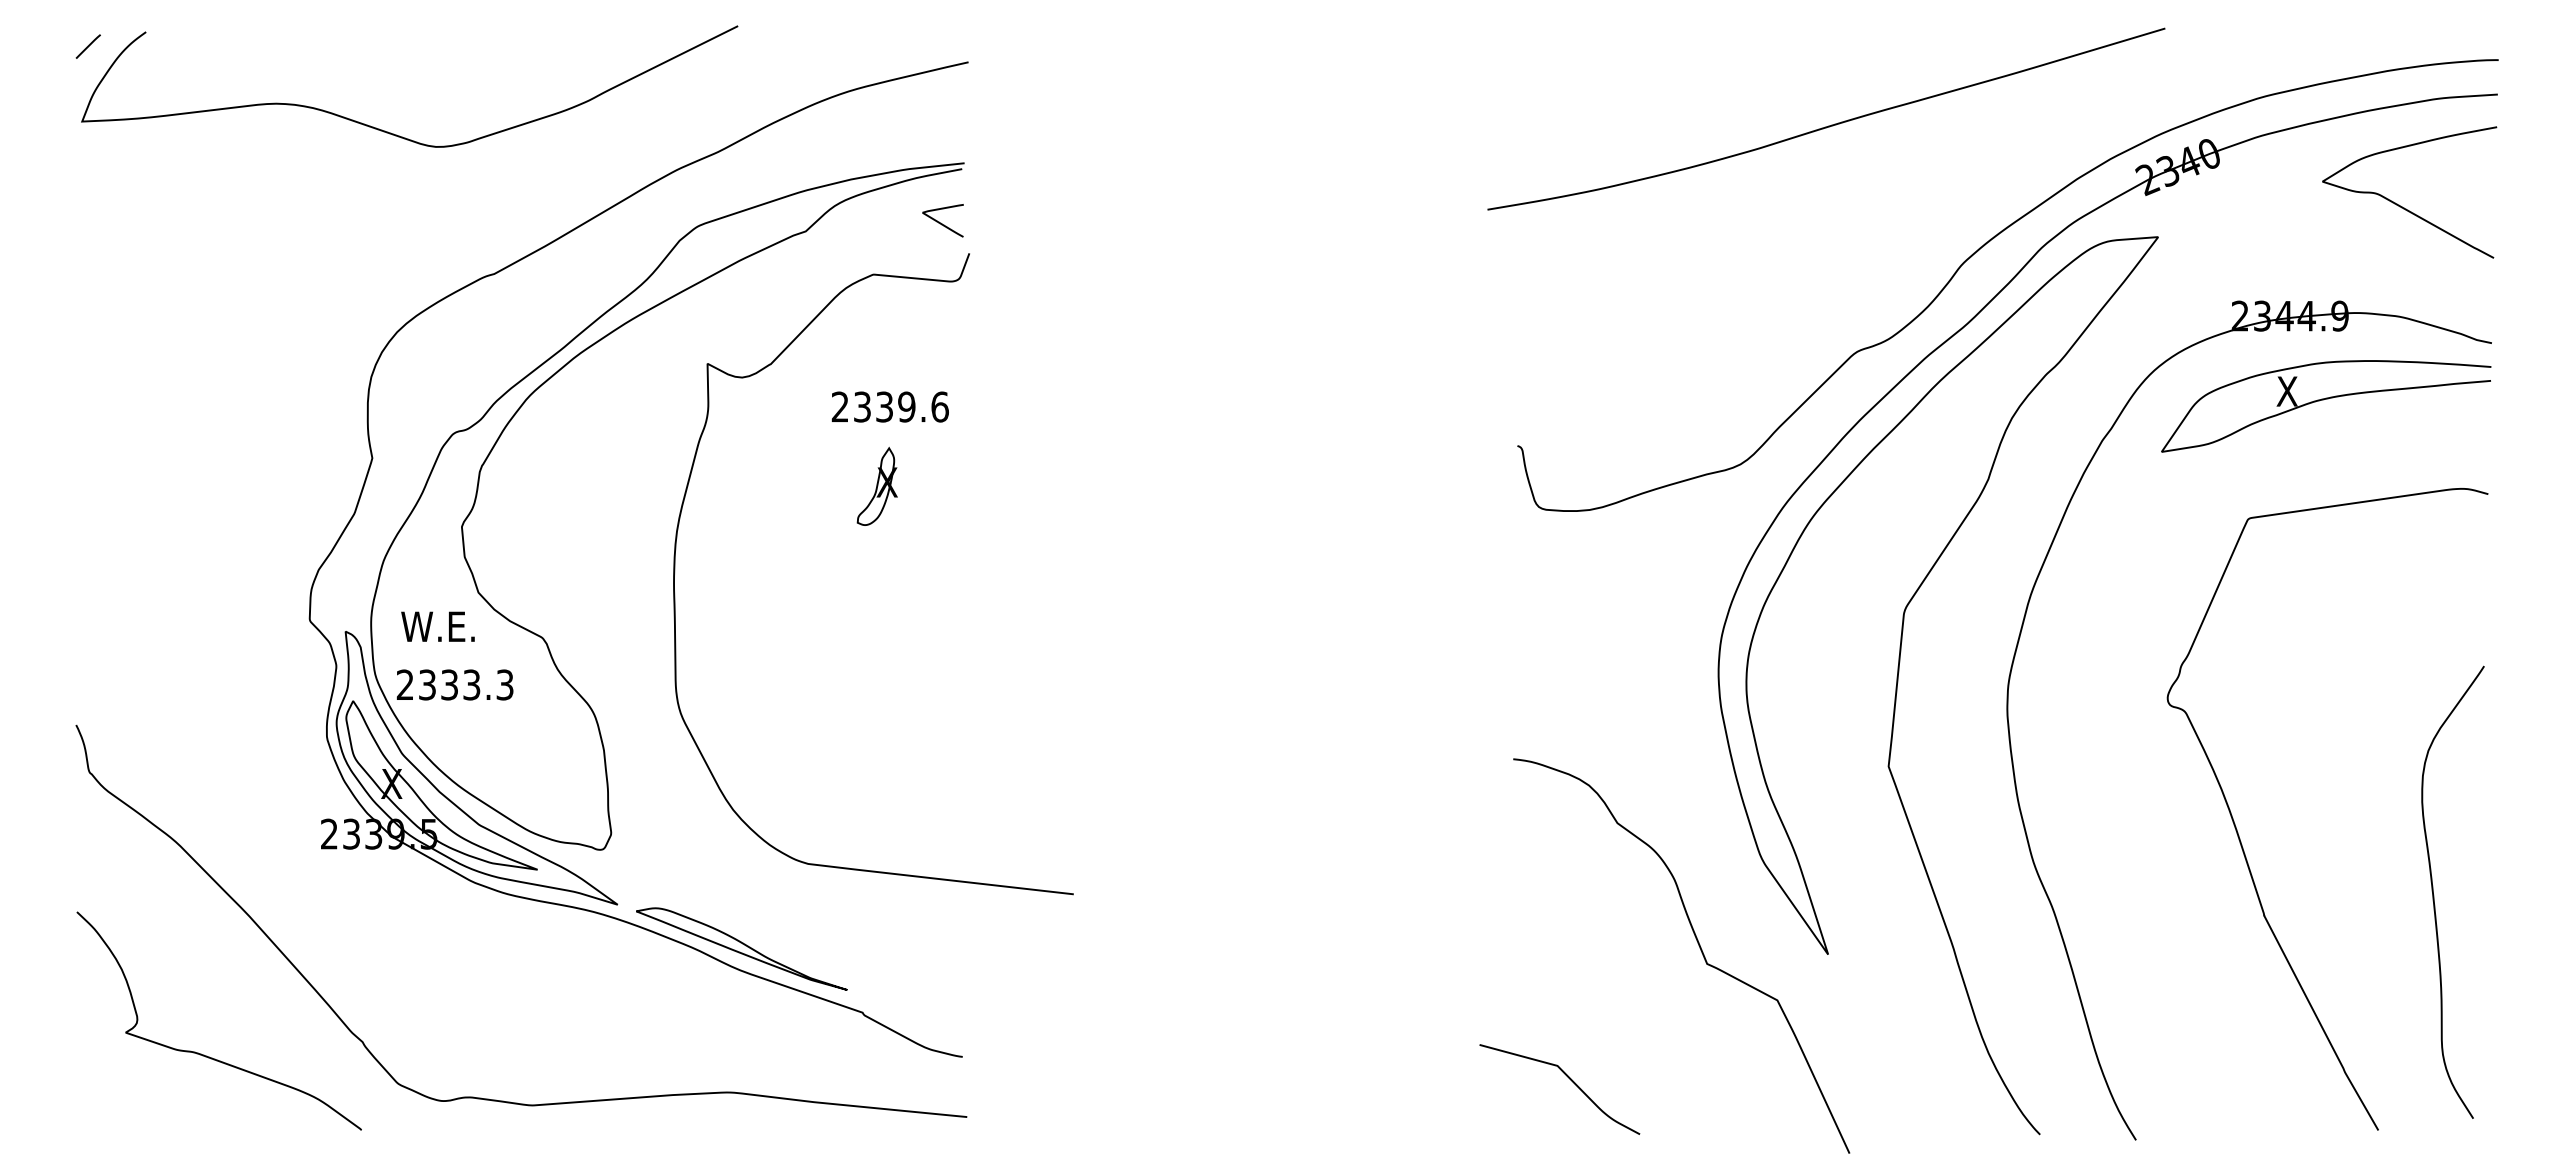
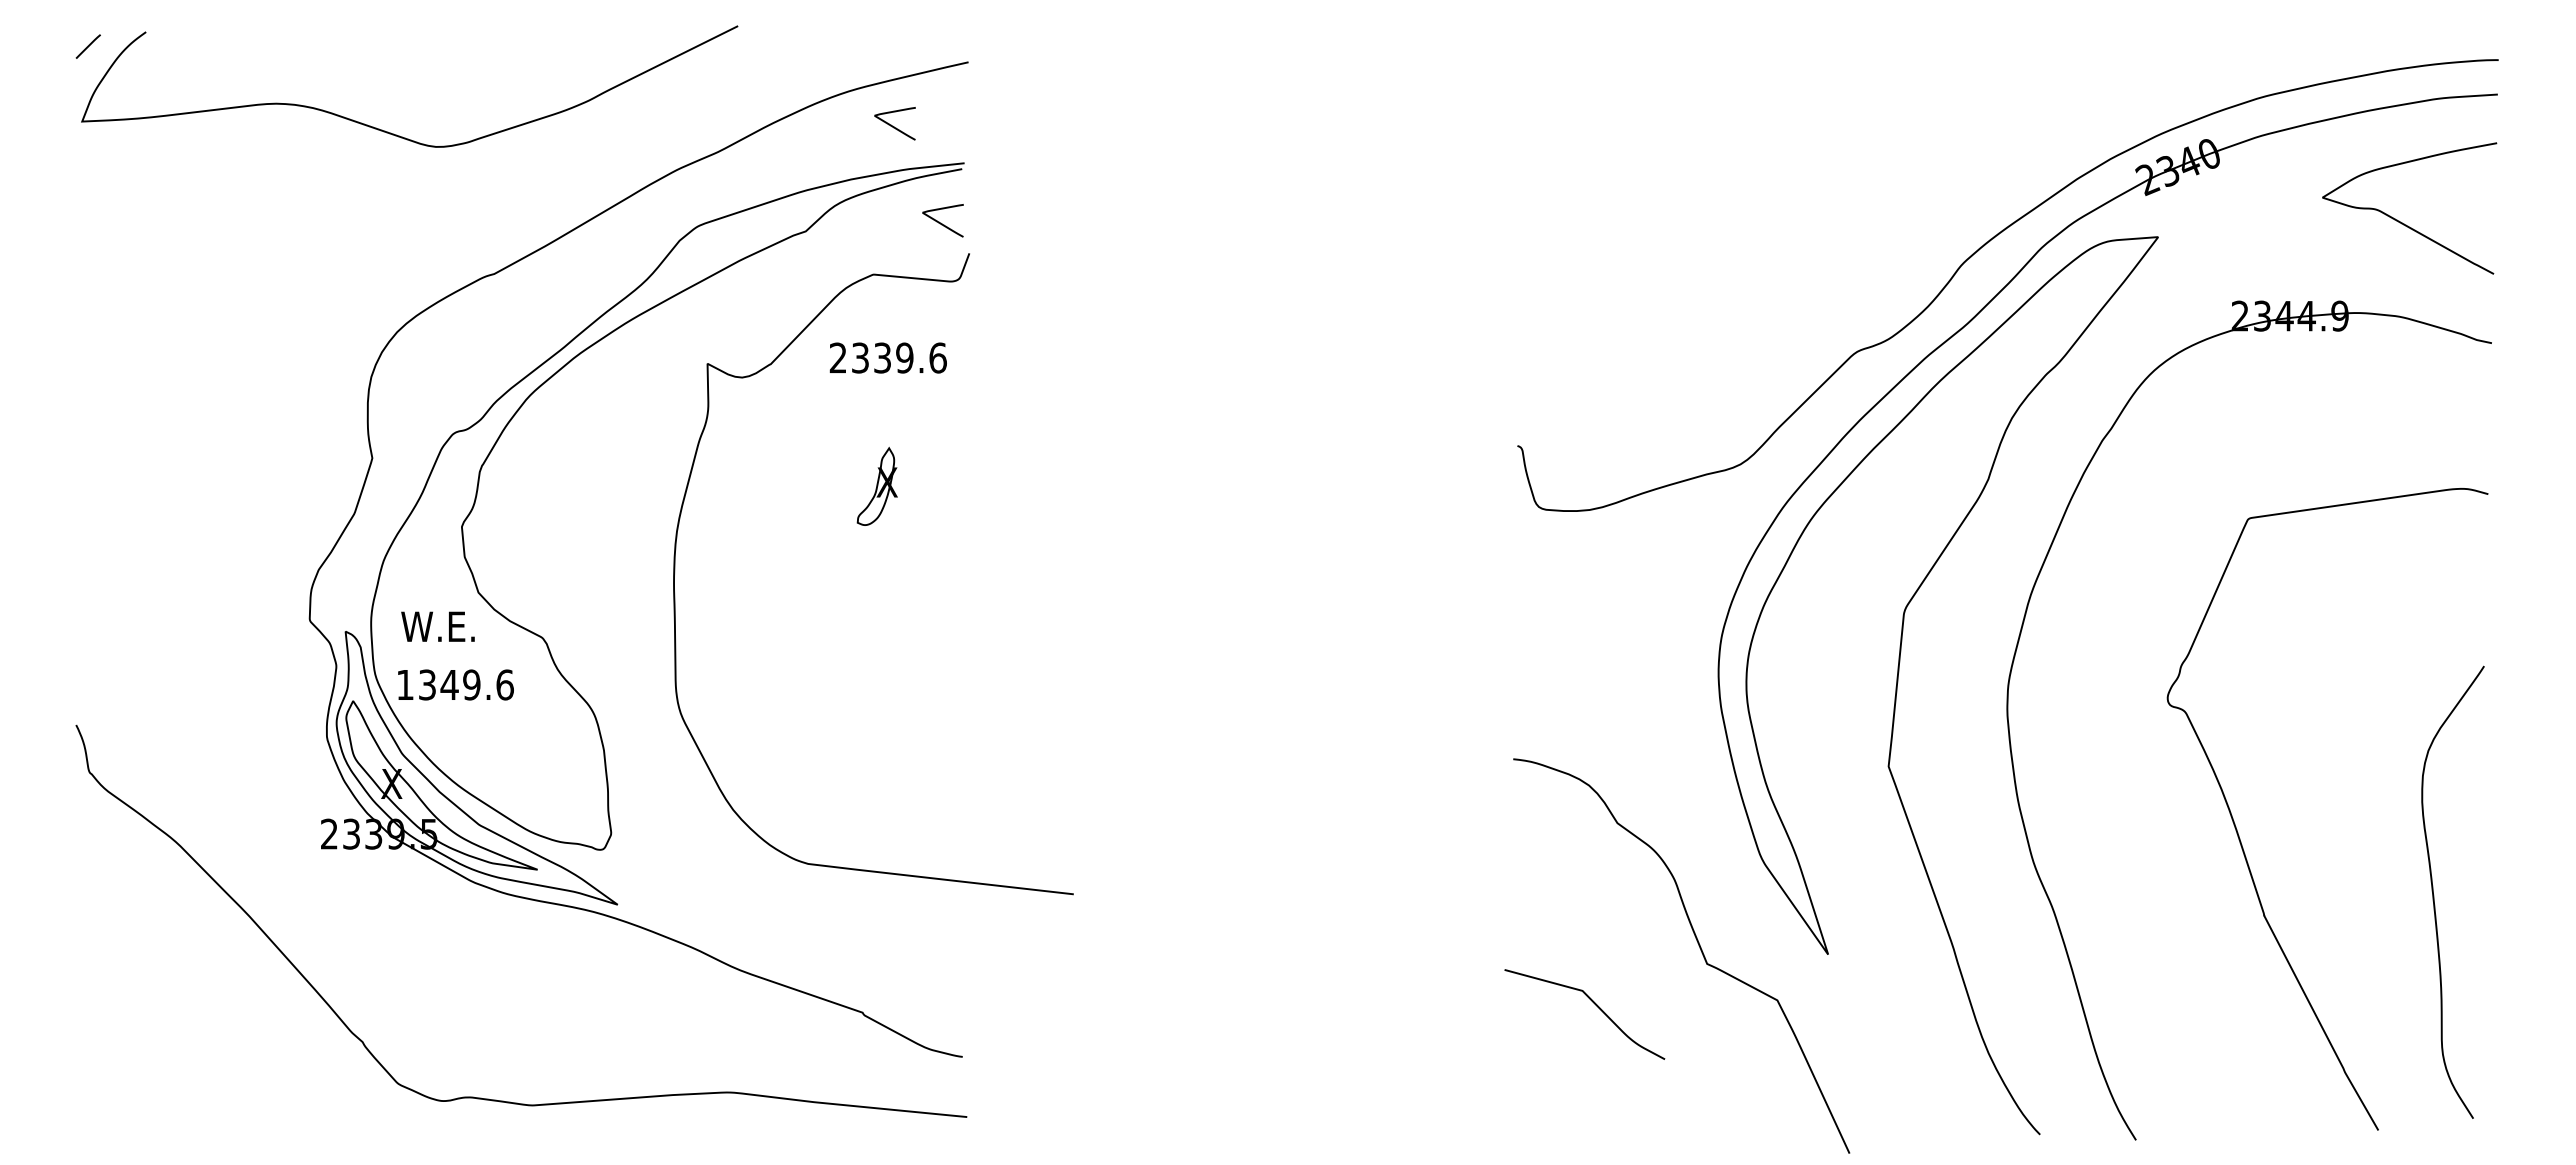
curve at (892, 125): none -> present
curve at (1828, 125): present -> none
curve at (2399, 204) position: (2399, 204) -> (2399, 220)
part at (2323, 400): present -> none
text at (889, 406) position: (889, 406) -> (887, 357)
text at (454, 684): 2333.3 -> 1349.6
part at (741, 948): present -> none
curve at (204, 1054): present -> none
curve at (1569, 1079) position: (1569, 1079) -> (1594, 1004)
